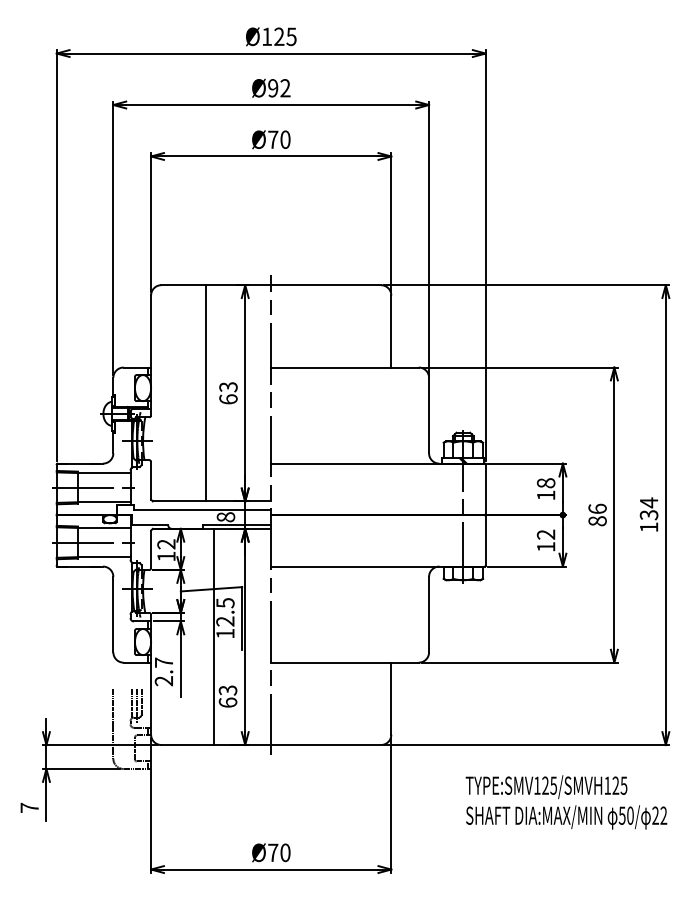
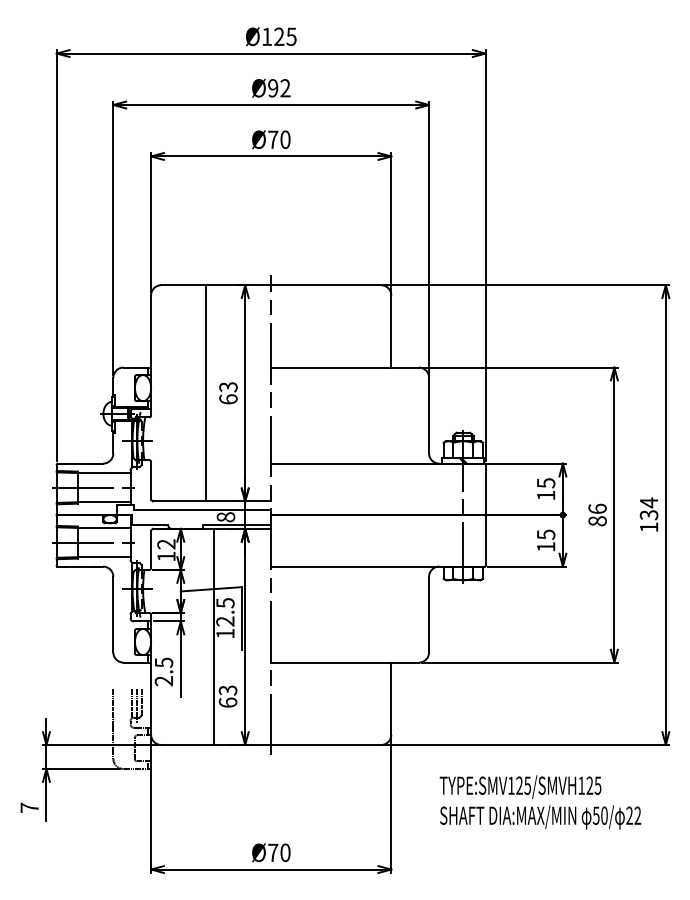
text at (546, 483): 18 -> 15
text at (545, 534): 12 -> 15
text at (164, 662): 2.7 -> 2.5
text at (566, 802) position: (566, 802) -> (540, 802)
